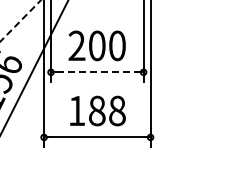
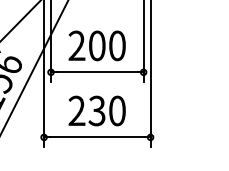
line at (20, 21): dashed -> solid
line at (97, 72): dashed -> solid
text at (96, 110): 188 -> 230
